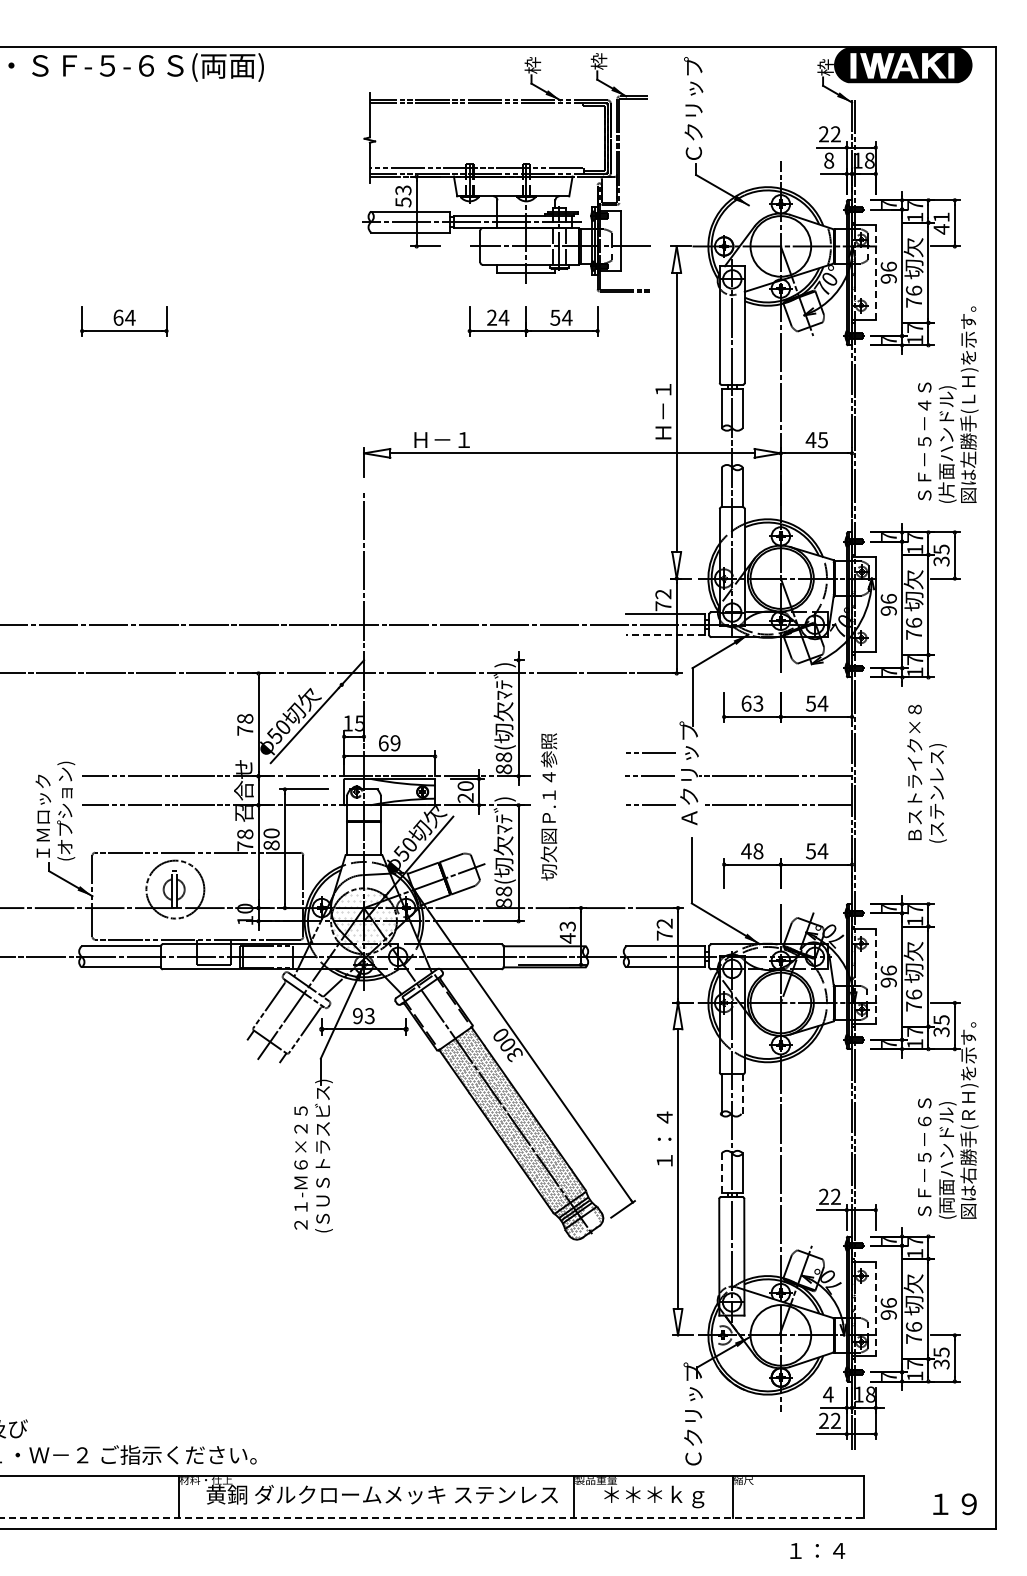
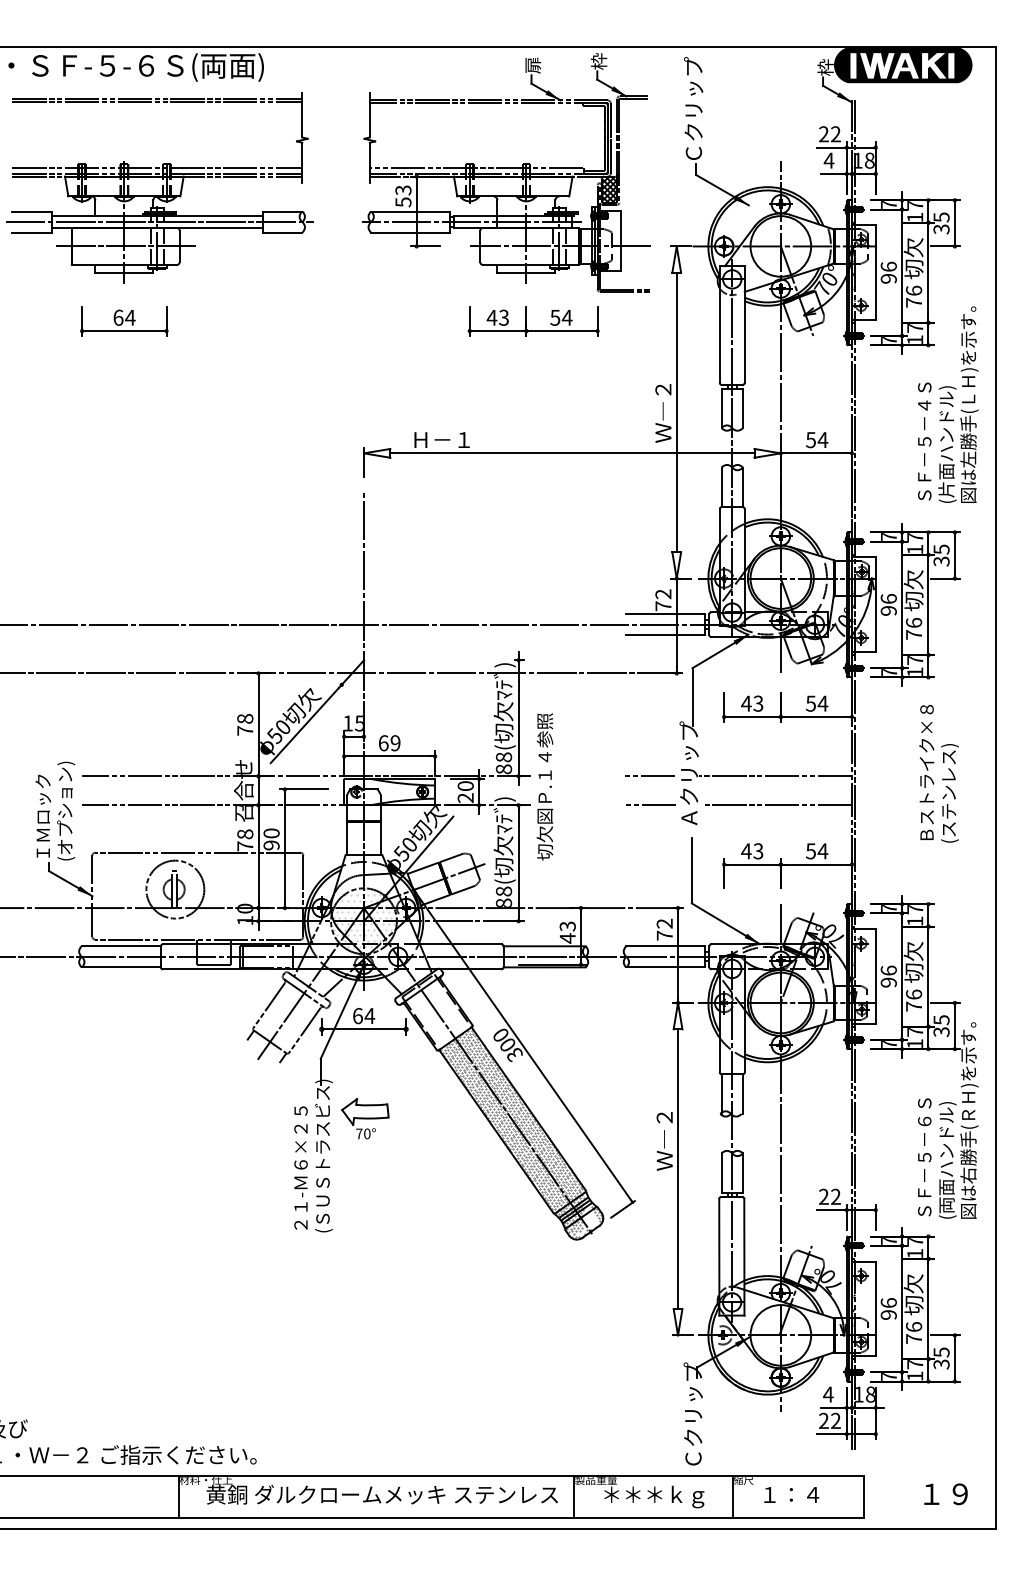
text at (532, 65): 枠 -> 扉
text at (828, 160): 8 -> 4
part at (159, 187): none -> present
hatch at (609, 189): none -> present
text at (941, 223): 41 -> 35
line at (875, 272): dashed -> solid
text at (497, 317): 24 -> 43
text at (663, 413): Ｈ－１ -> Ｗ―２
text at (816, 440): 45 -> 54
line at (665, 635): dashed -> solid
text at (746, 703): 63 -> 43
line at (650, 752): present -> none
text at (926, 773) position: (926, 773) -> (938, 773)
text at (548, 806) position: (548, 806) -> (544, 786)
text at (271, 845): 80 -> 90
text at (758, 851): 48 -> 43
line at (875, 977): dashed -> solid
text at (364, 1016): 93 -> 64
line at (742, 1094): dashed -> solid
part at (365, 1118): none -> present
text at (664, 1140): １：４ -> Ｗ―２
line at (721, 1173): dashed -> solid
line at (875, 1309): dashed -> solid
text at (954, 1504) position: (954, 1504) -> (945, 1494)
line at (432, 1518): dashed -> solid
text at (817, 1550) position: (817, 1550) -> (791, 1494)
